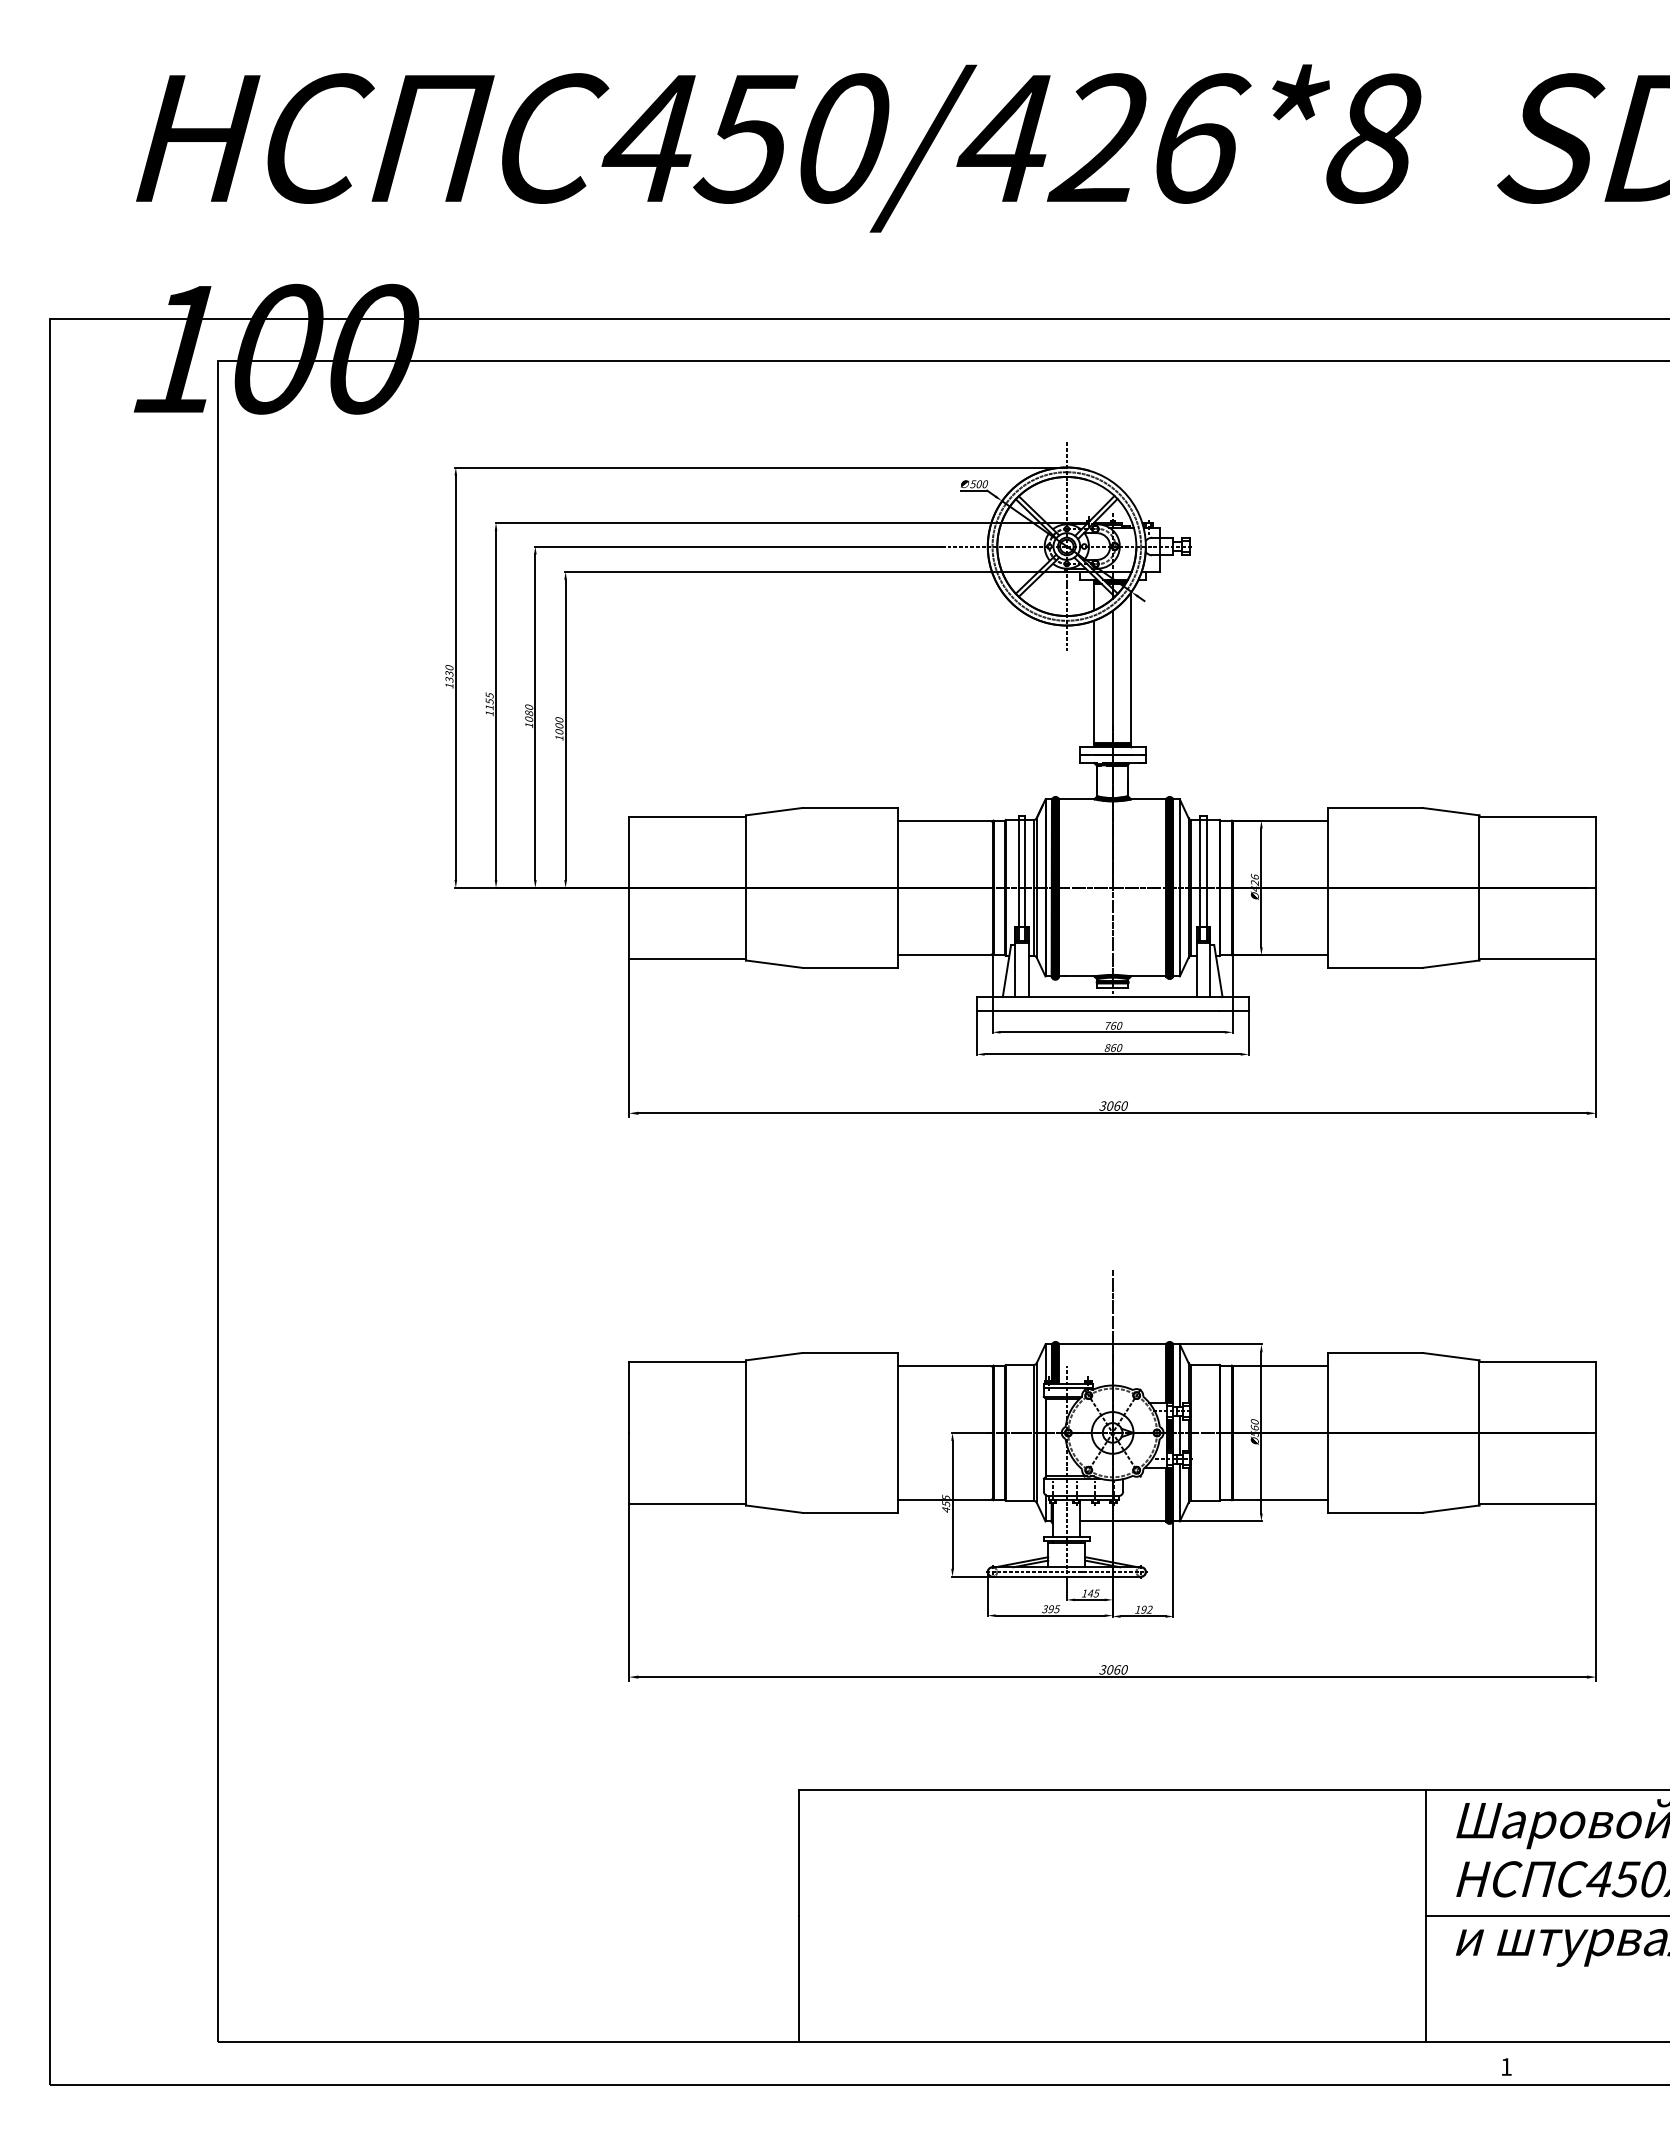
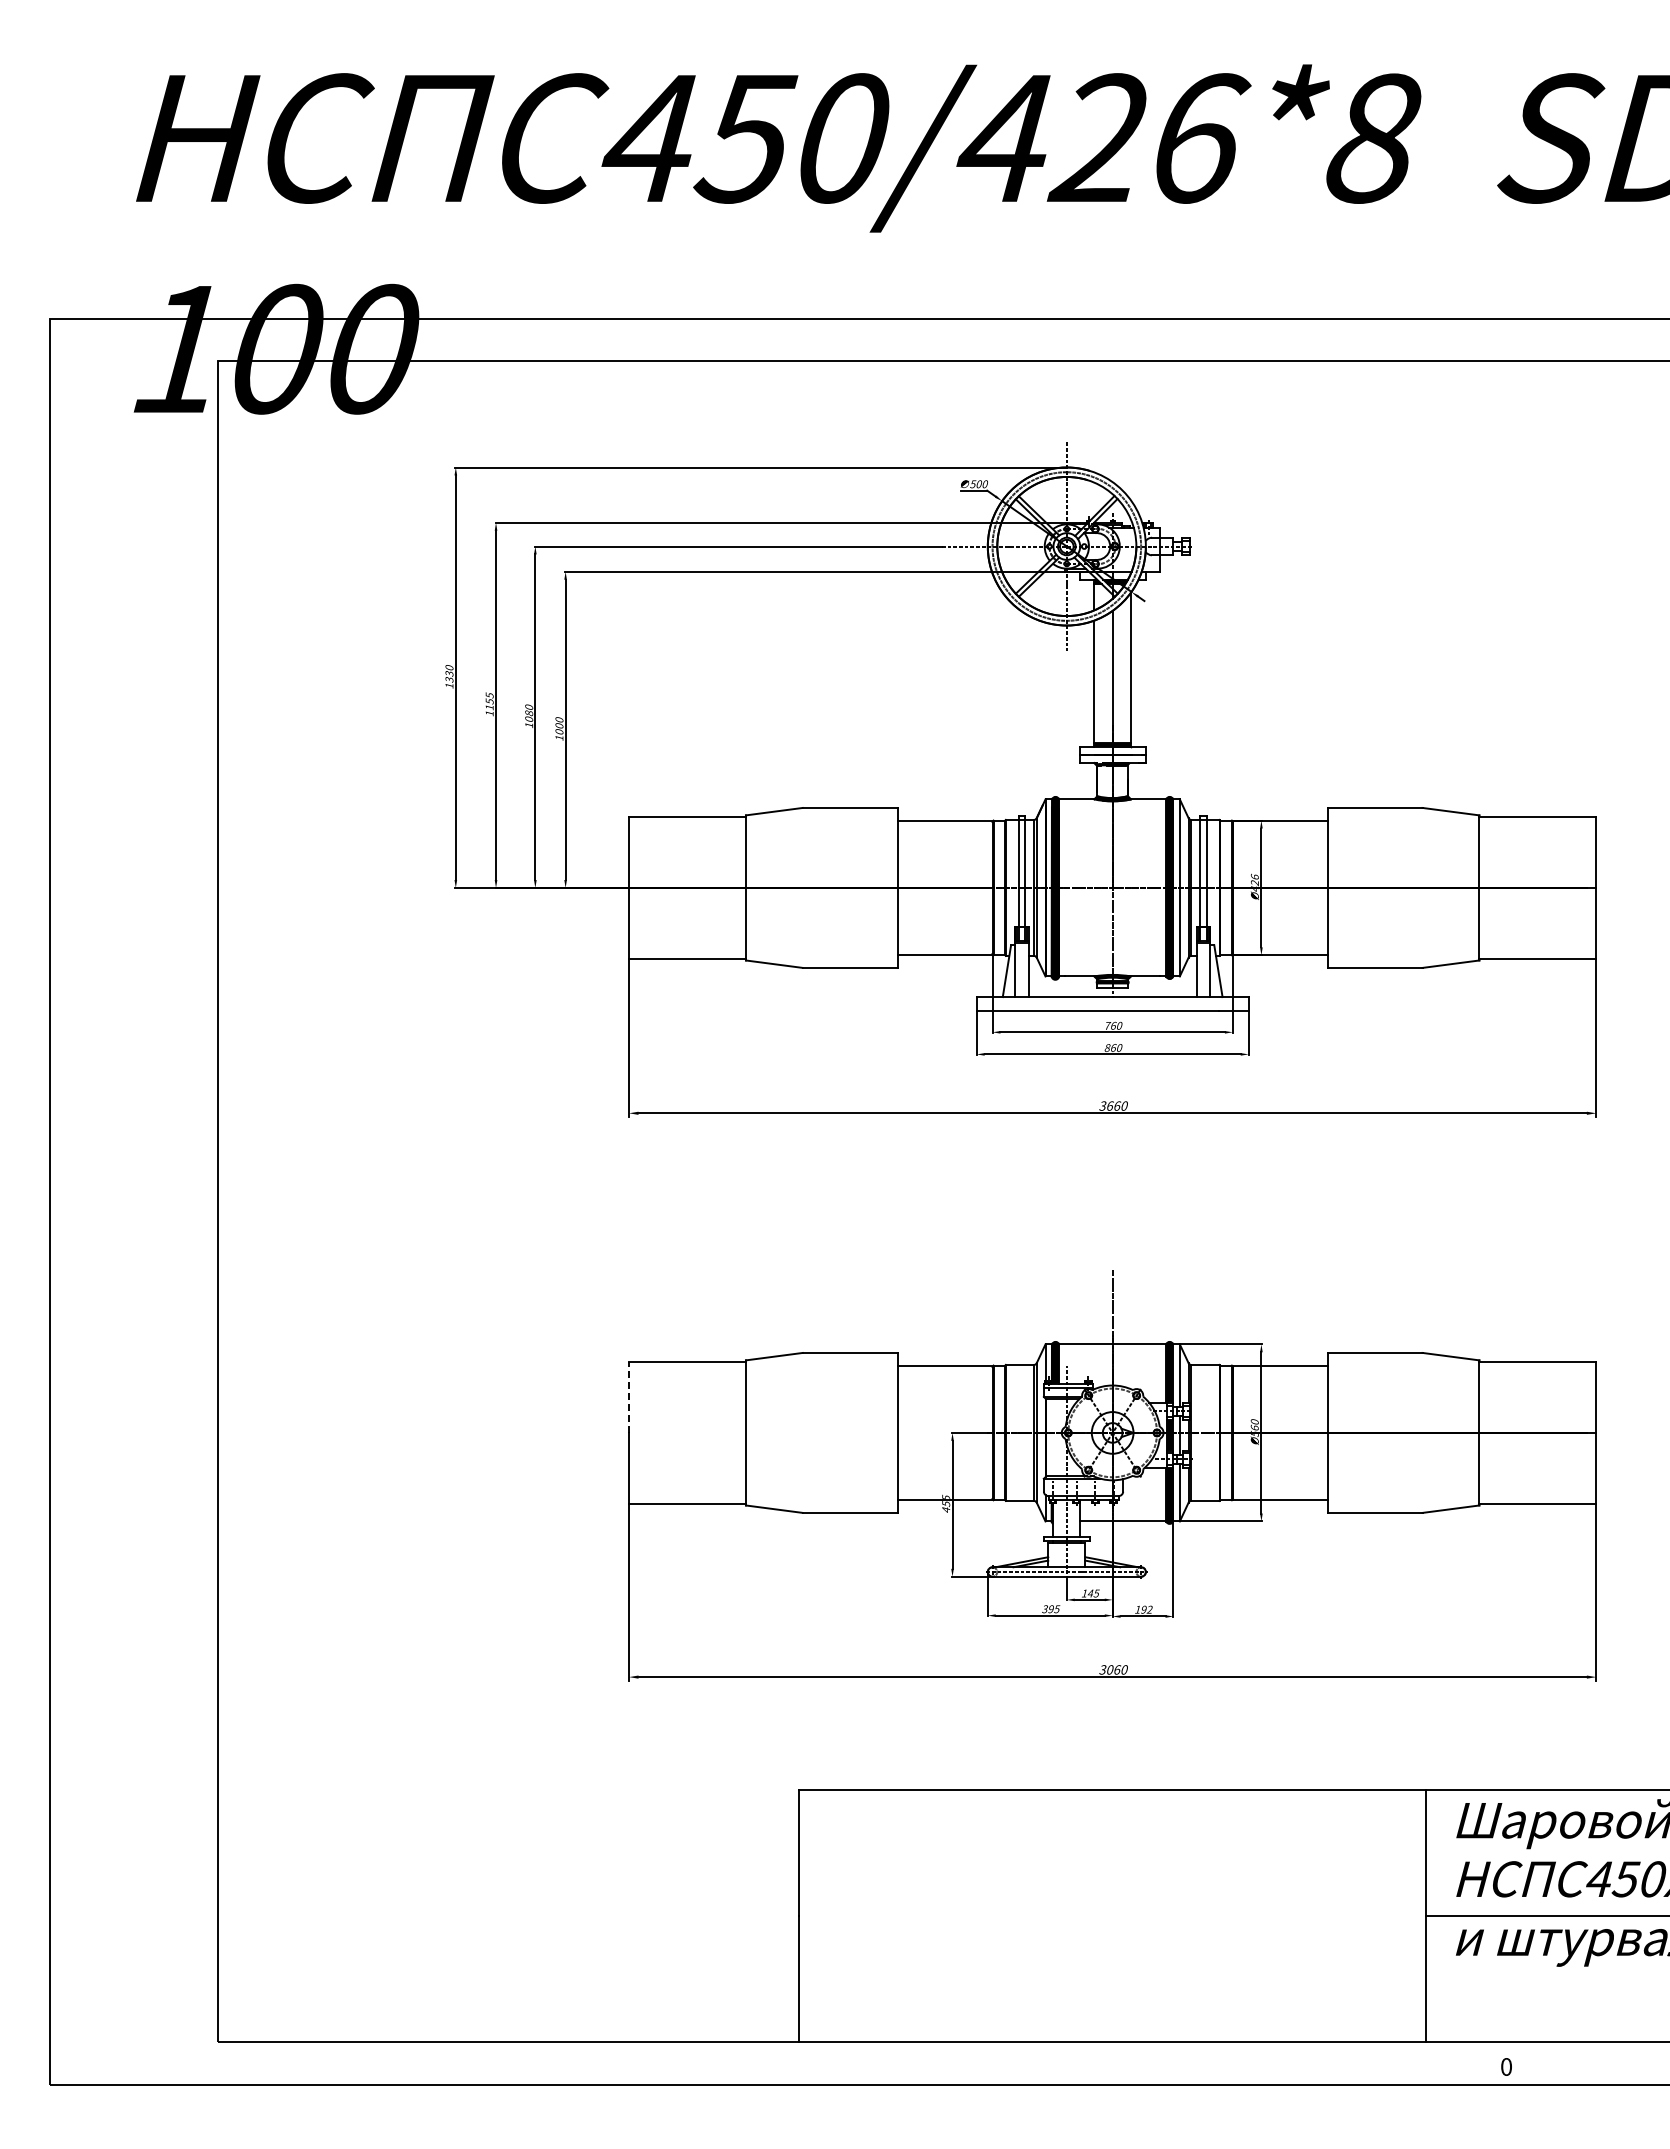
text at (1110, 1105): 3060 -> 3660
line at (629, 1397): solid -> dashed
text at (1506, 2066): 1 -> 0
